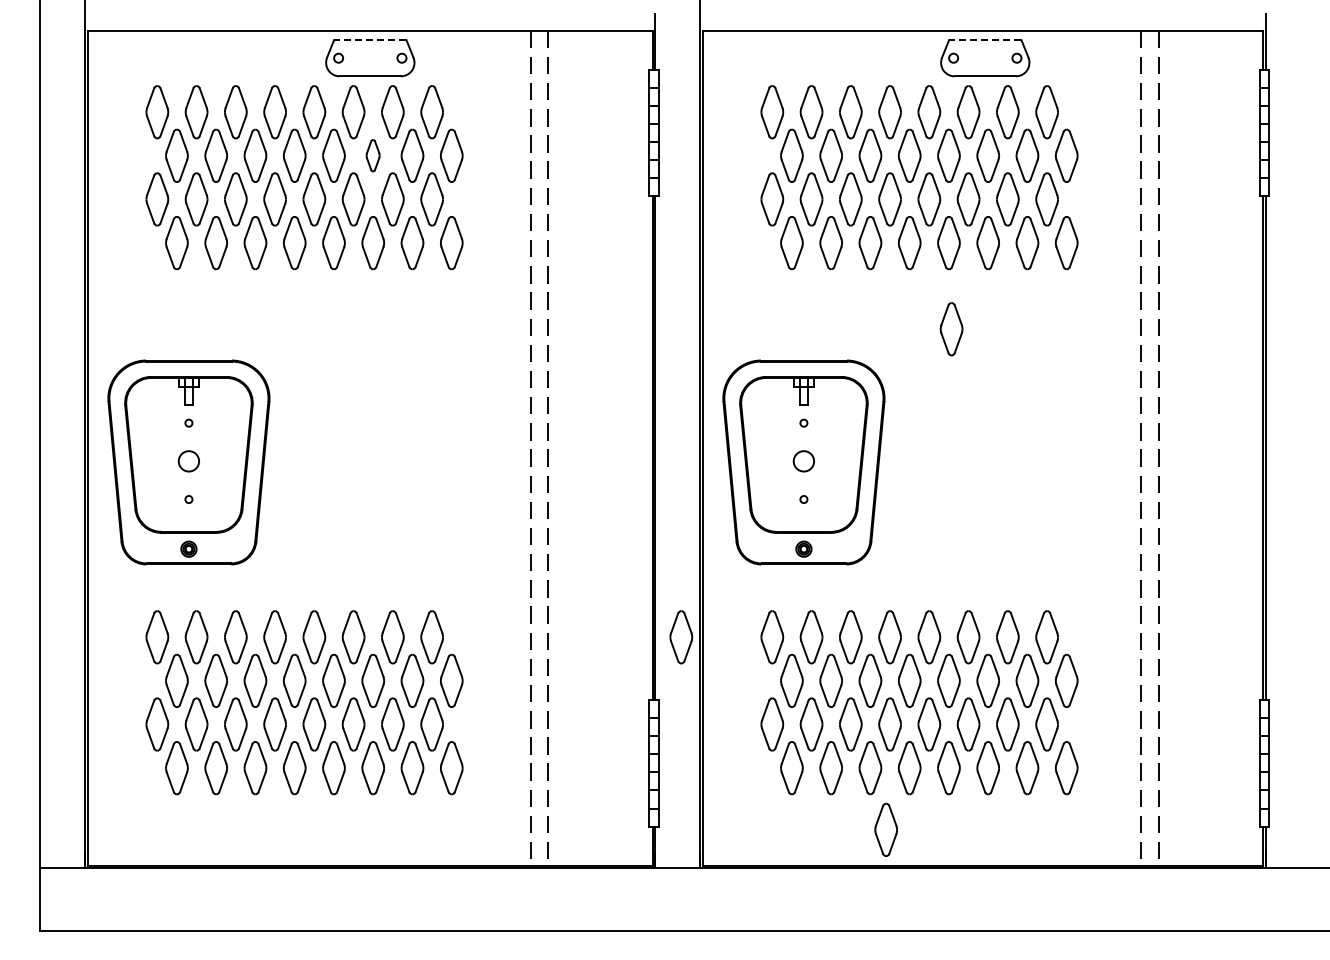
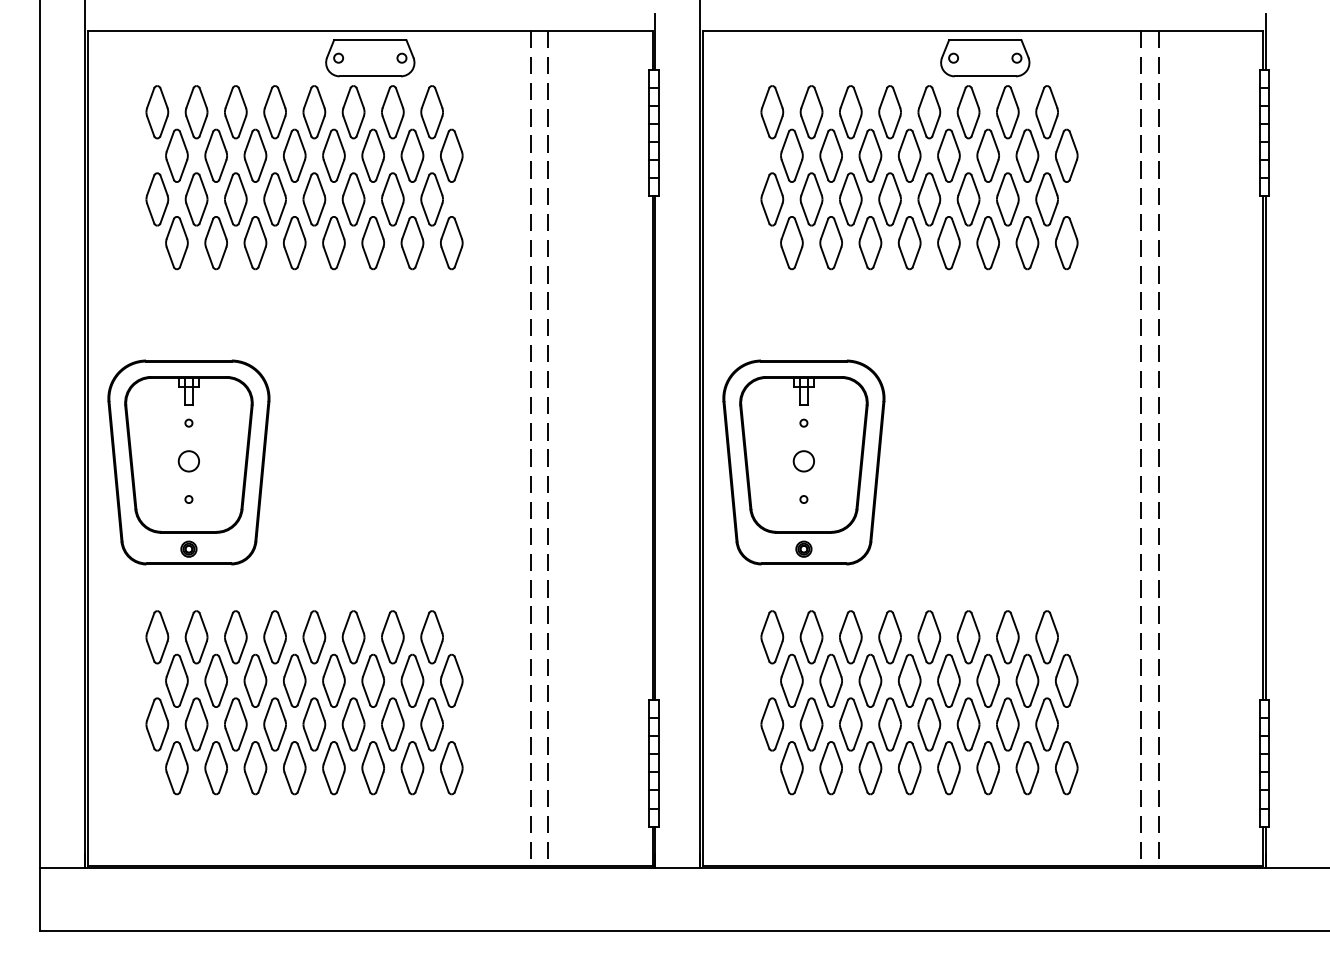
line at (369, 40): dashed -> solid
line at (984, 40): dashed -> solid
part at (372, 155) size: 16x34 px -> 24x55 px
part at (951, 329): present -> none
part at (681, 637): present -> none
part at (885, 829): present -> none
